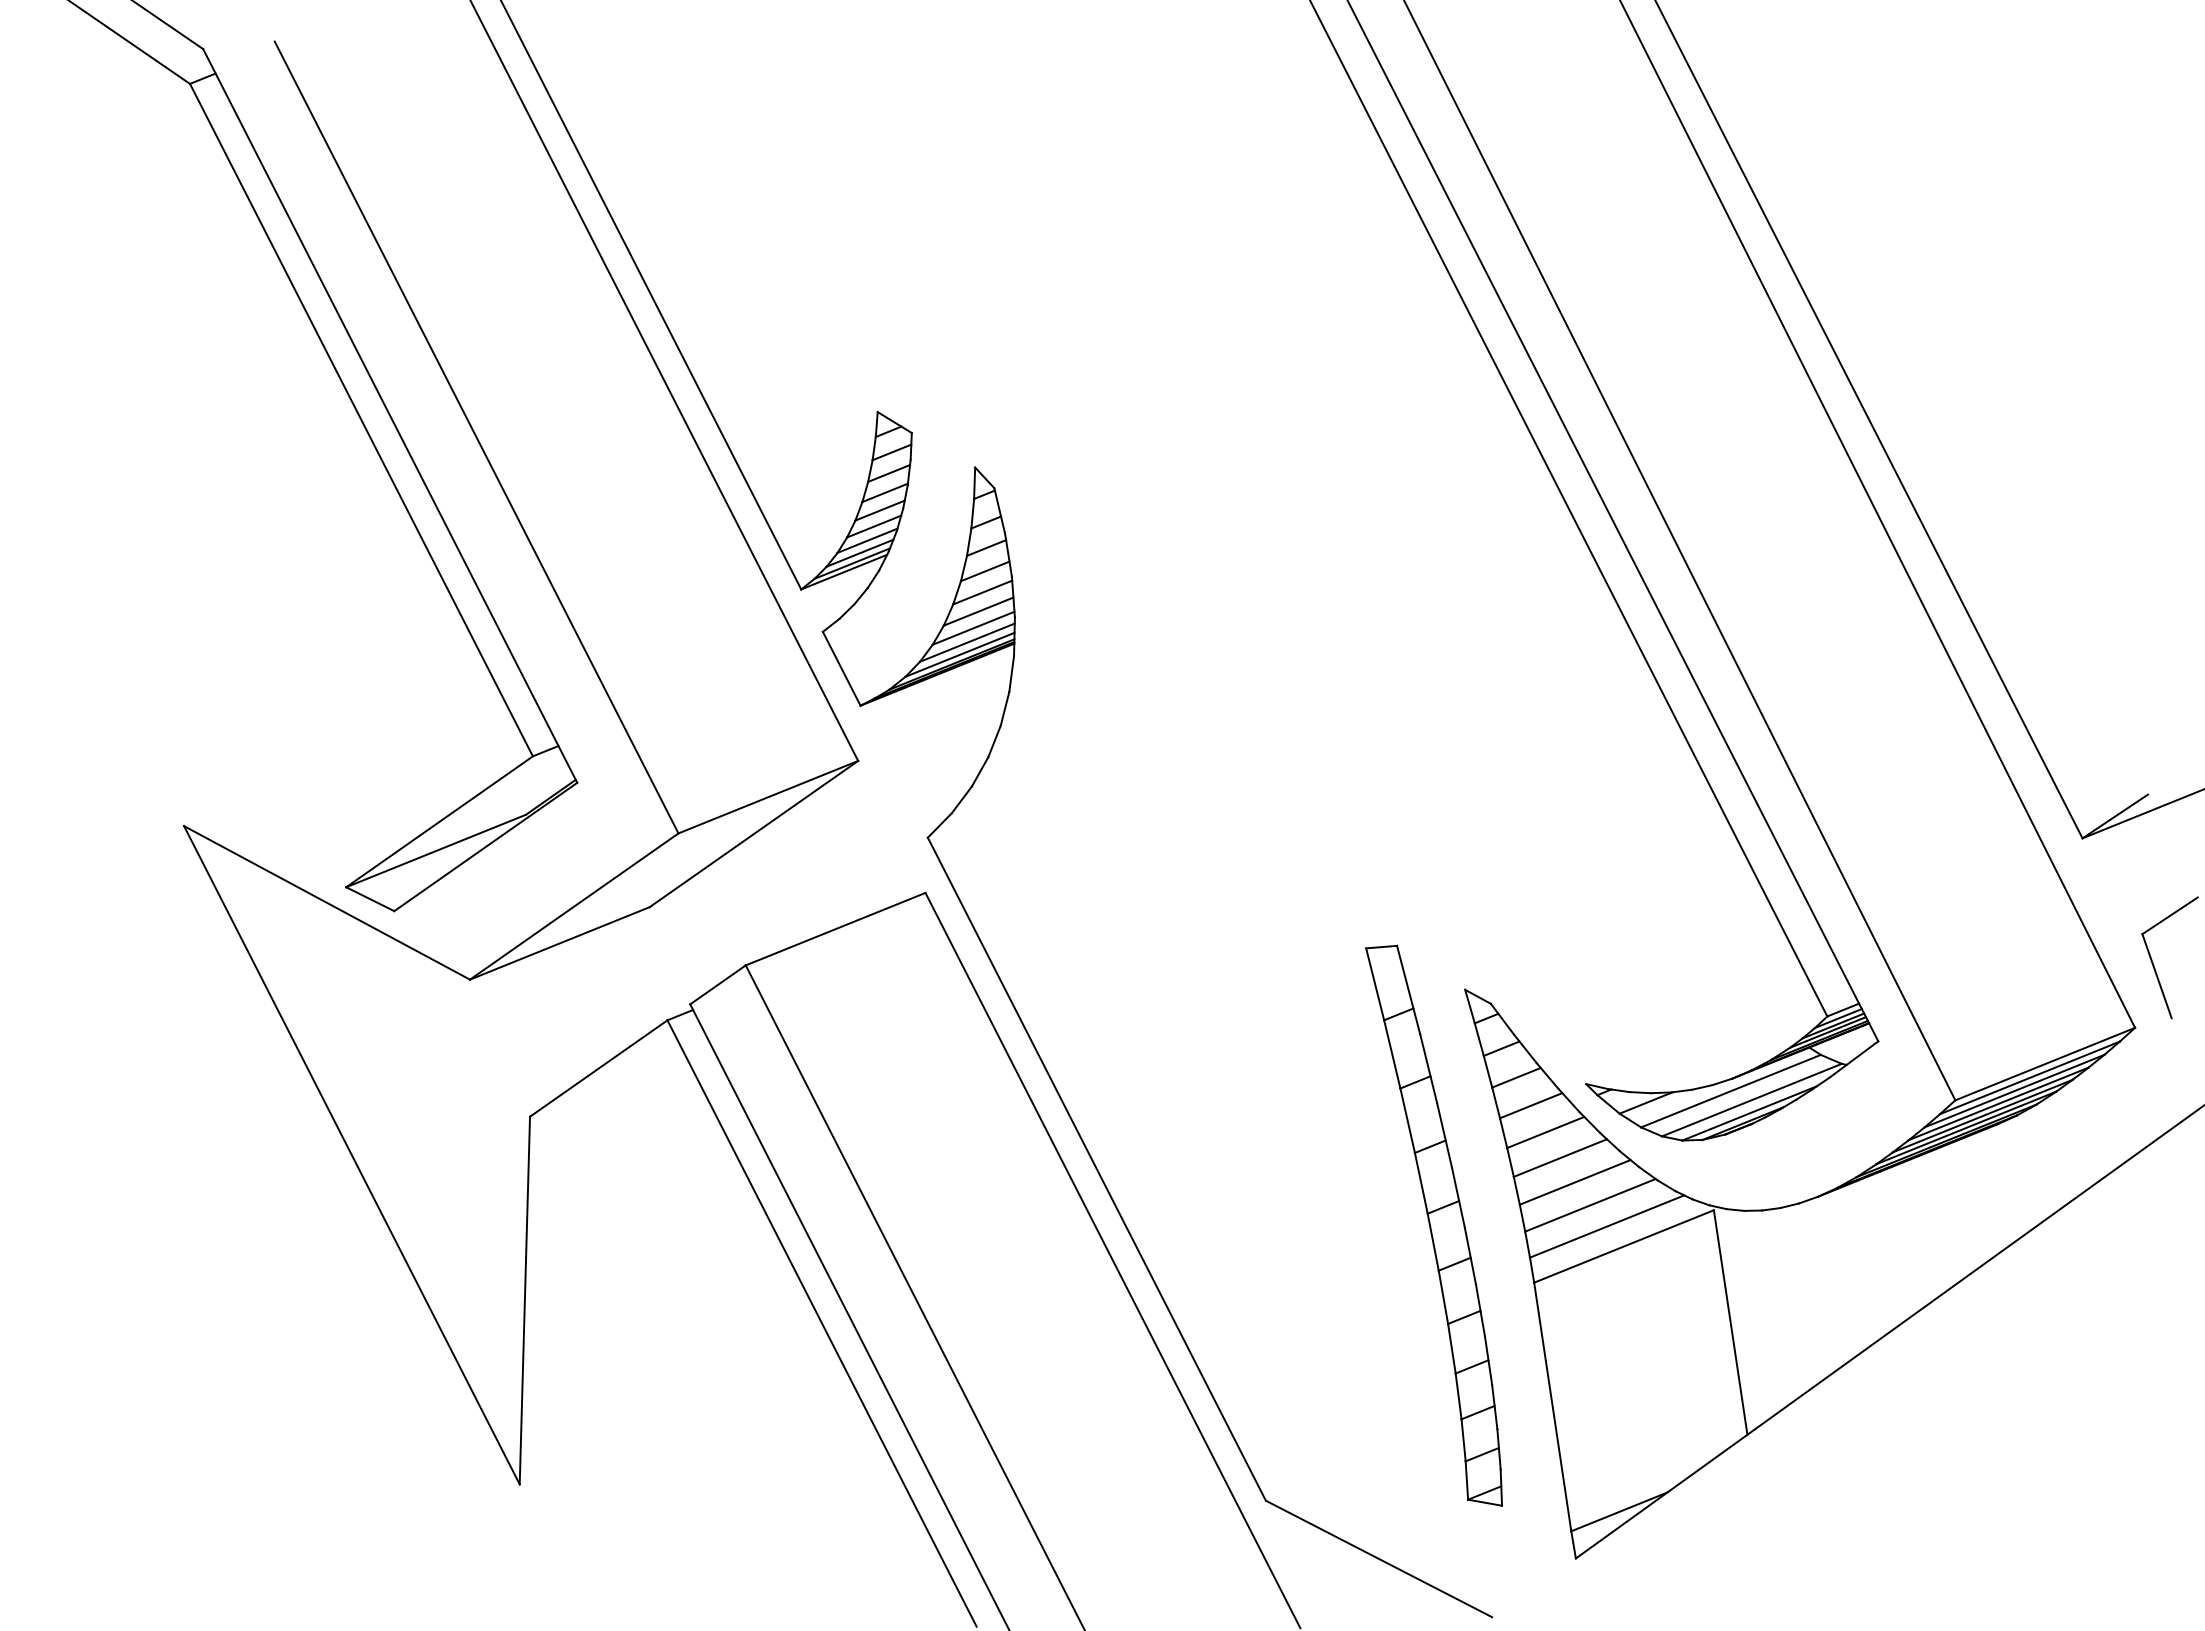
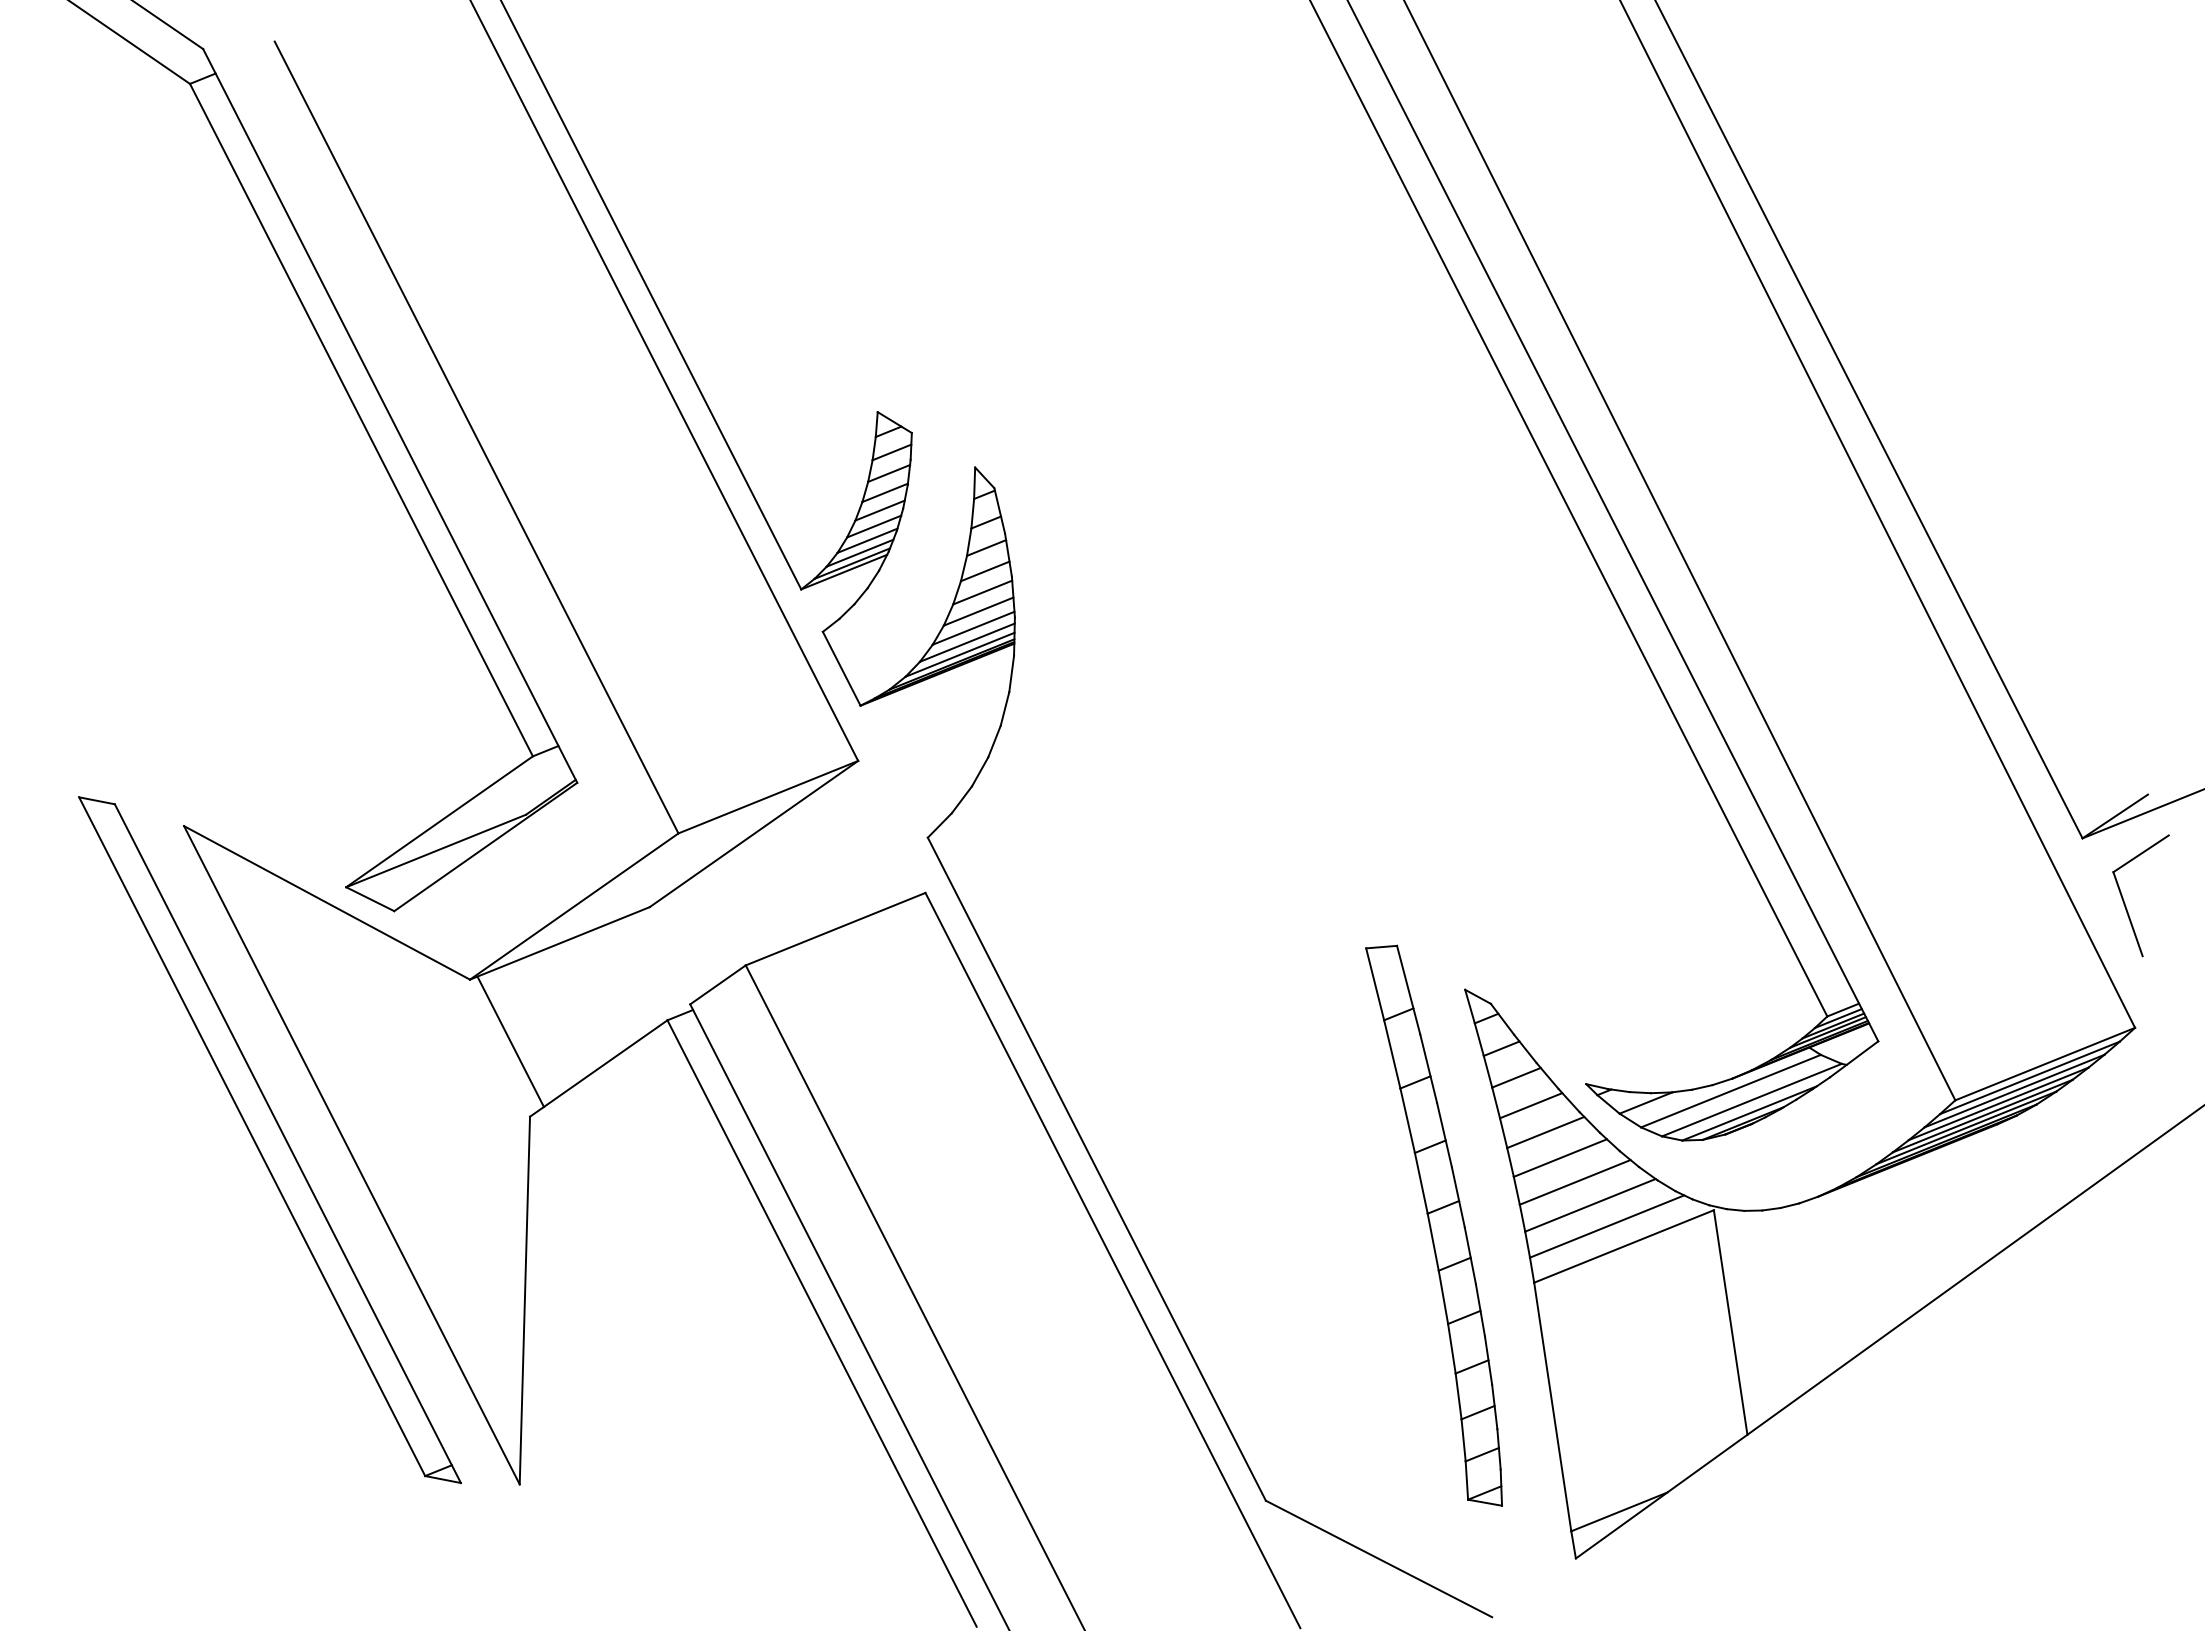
part at (2153, 962) position: (2153, 962) -> (2124, 900)
line at (510, 1041): none -> present
part at (269, 1140): none -> present
